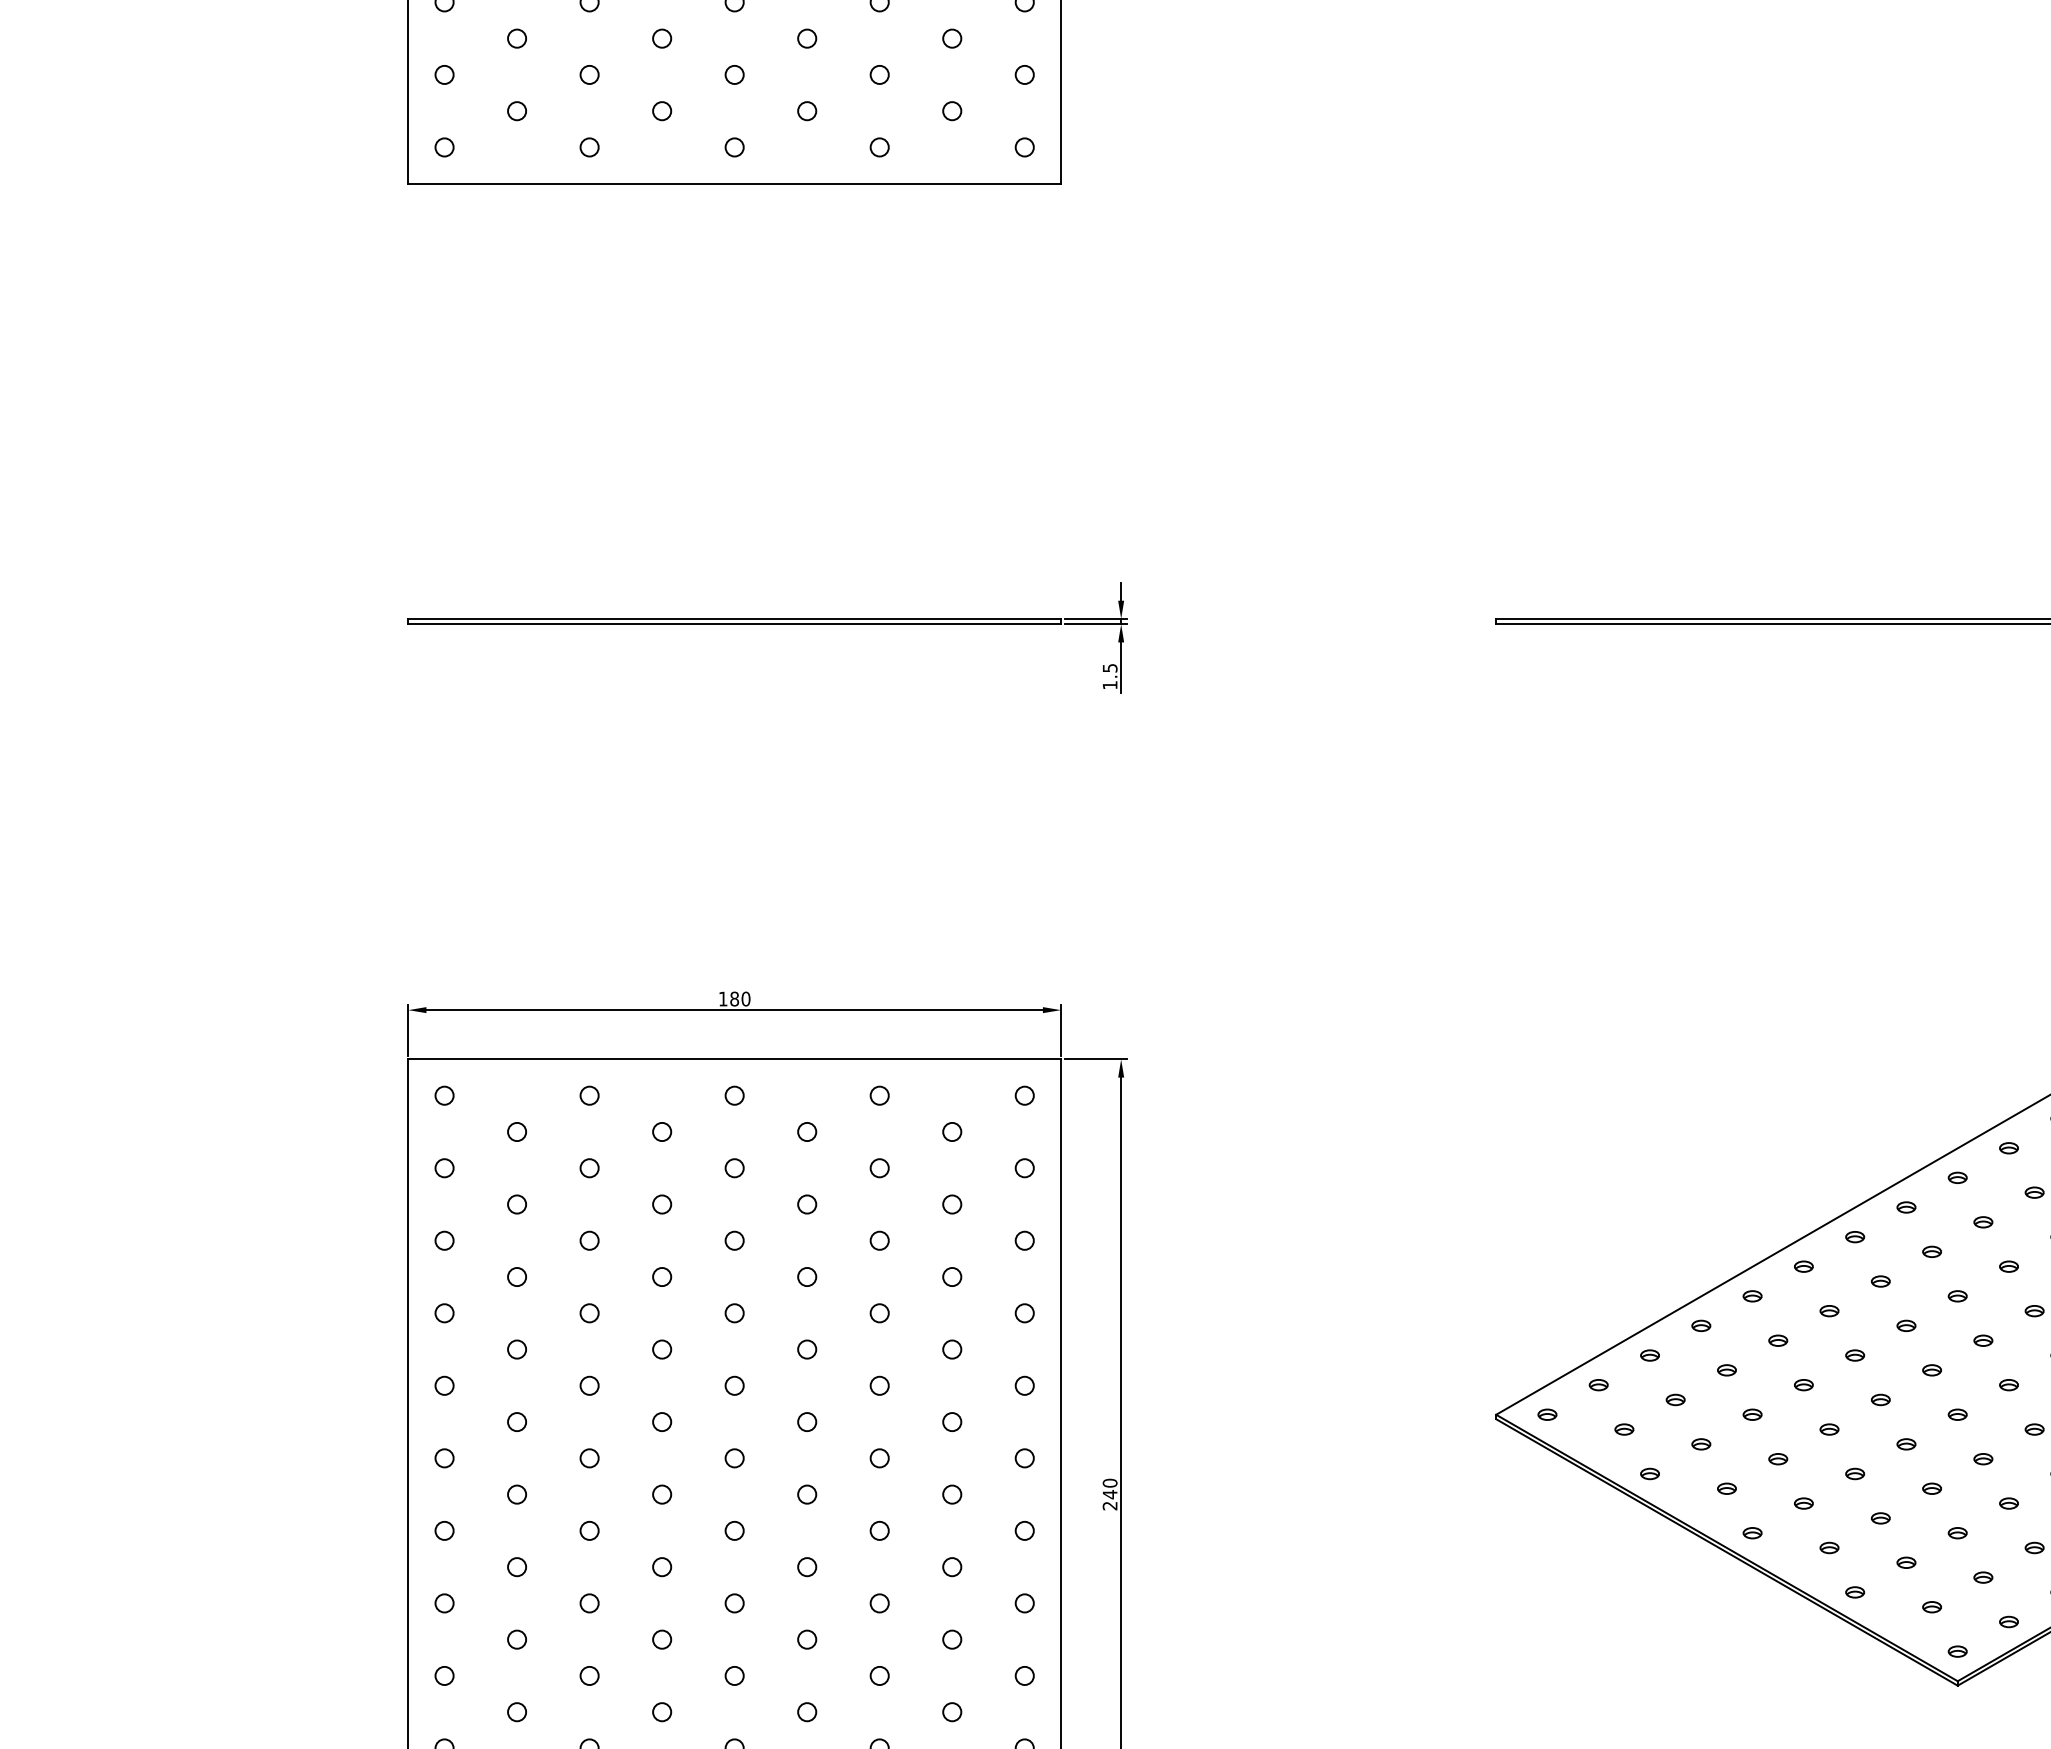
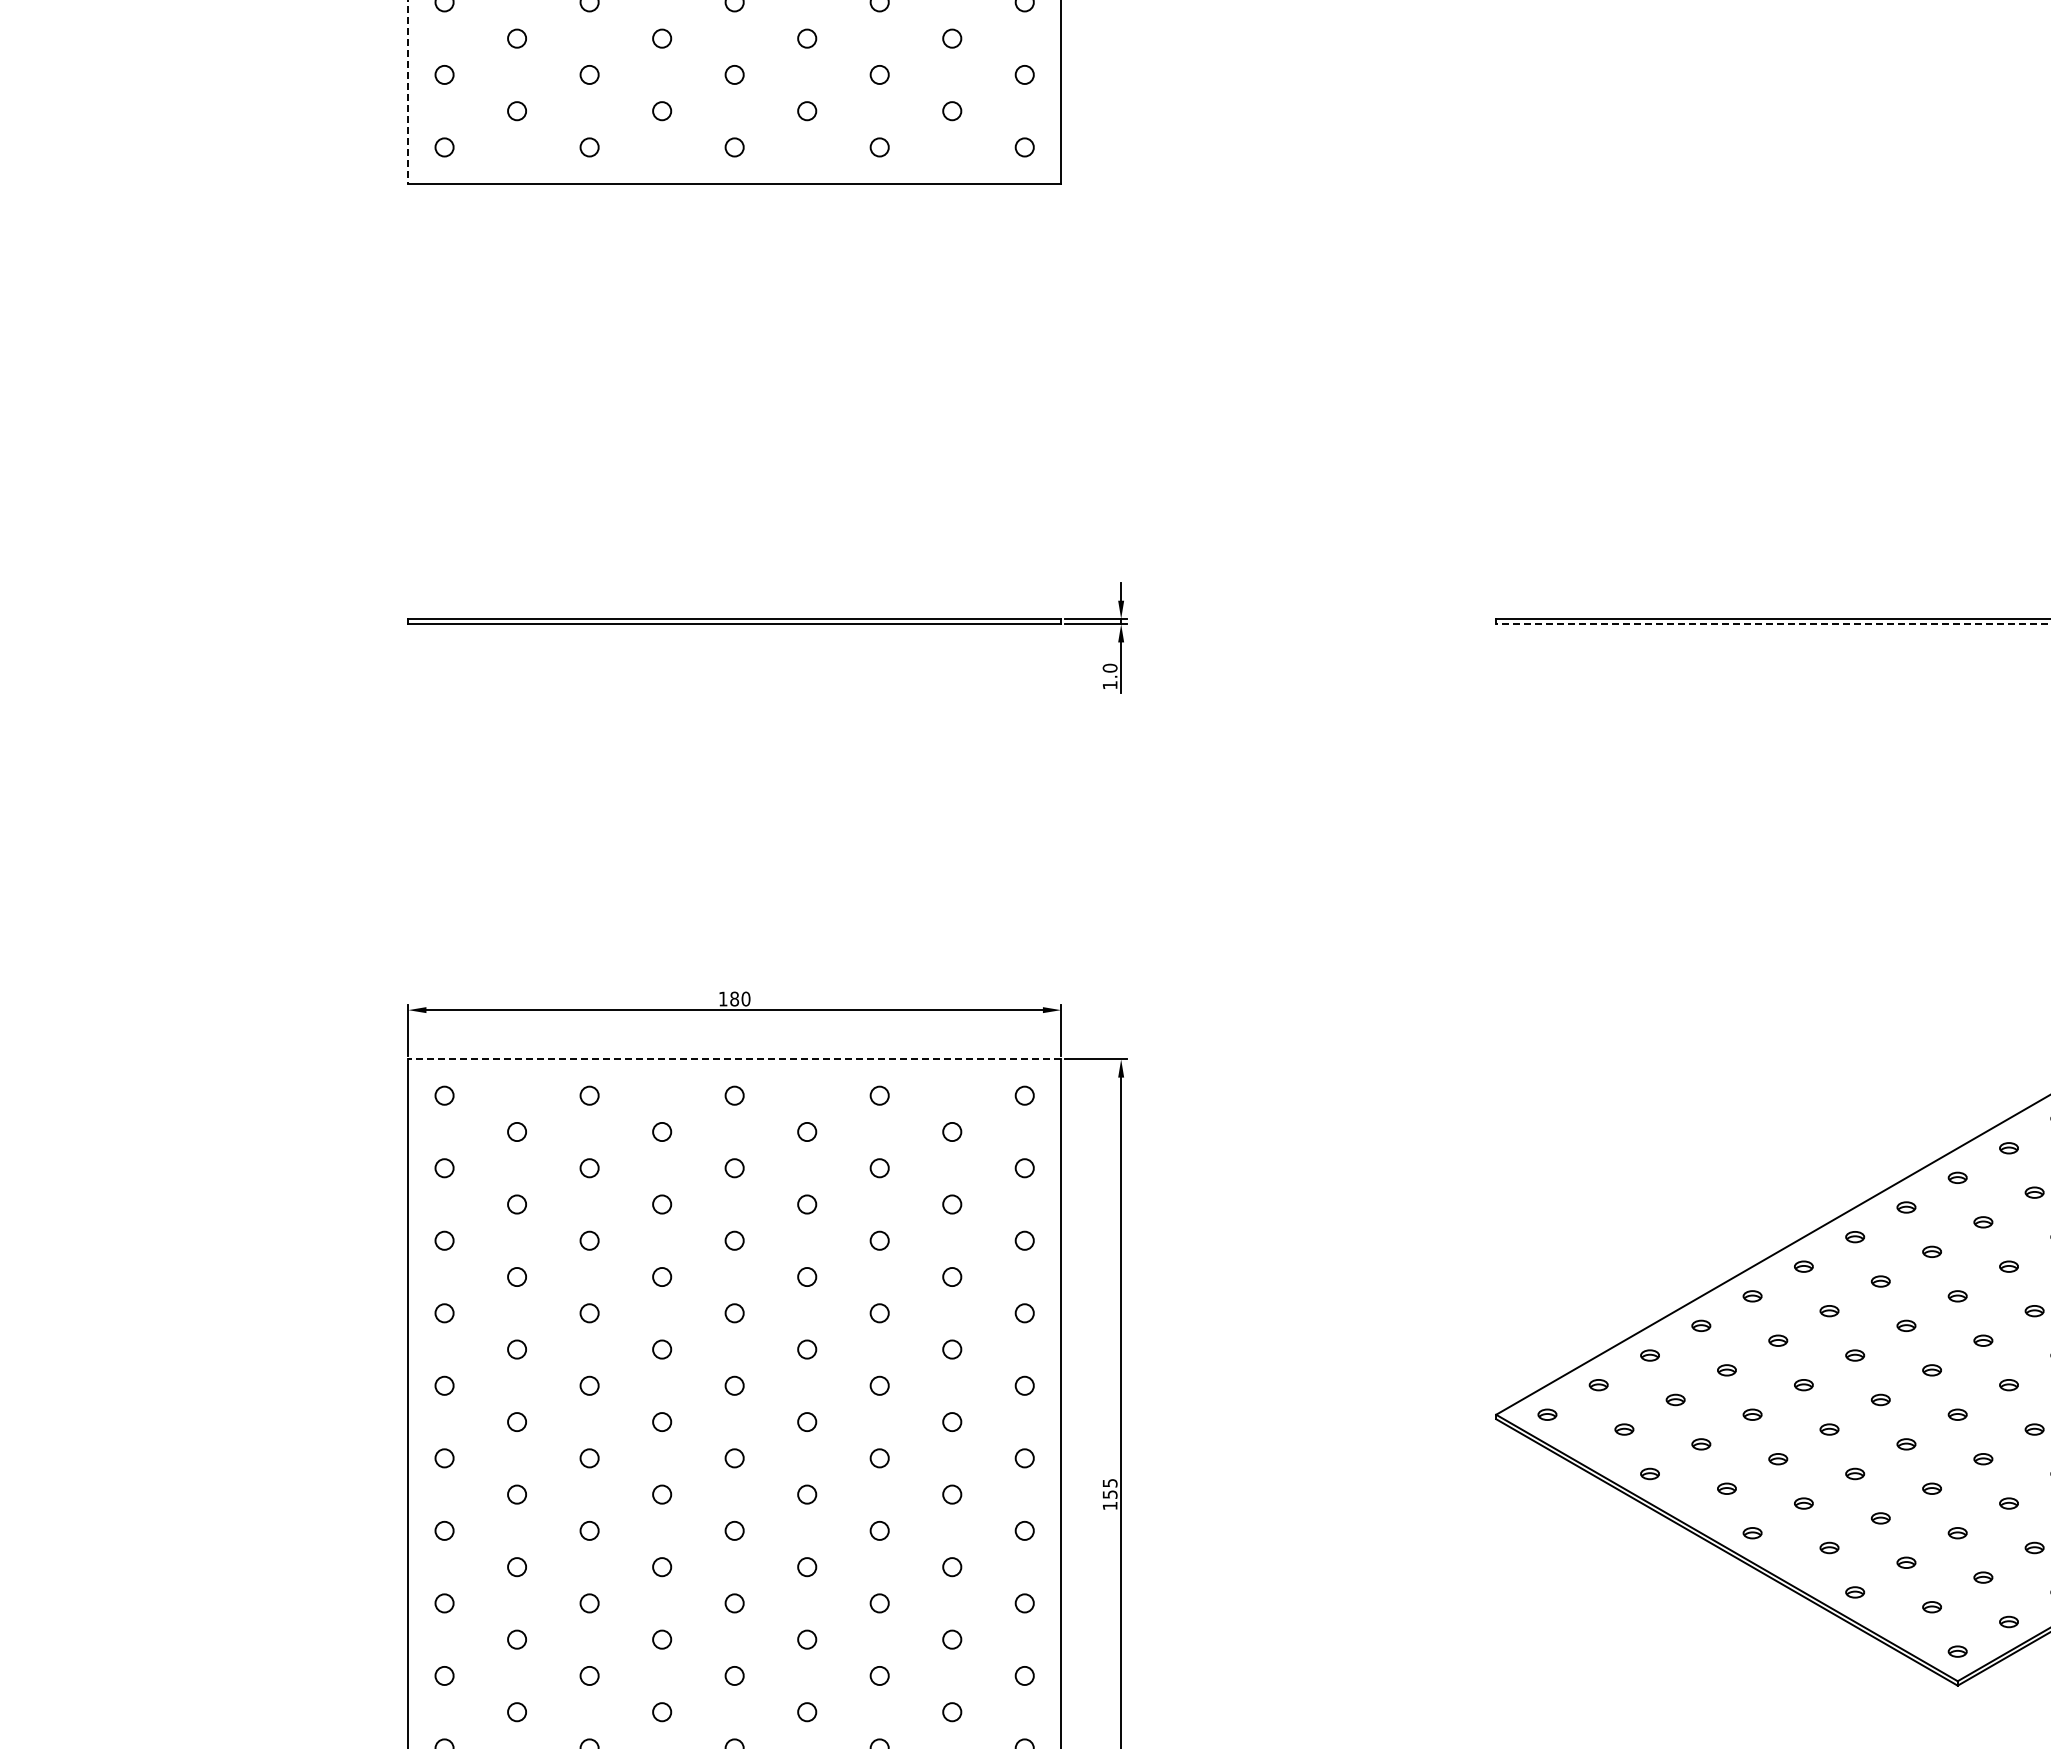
line at (408, 92): solid -> dashed
line at (1772, 624): solid -> dashed
text at (1109, 667): 1.5 -> 1.0
line at (734, 1059): solid -> dashed
text at (1109, 1494): 240 -> 155
